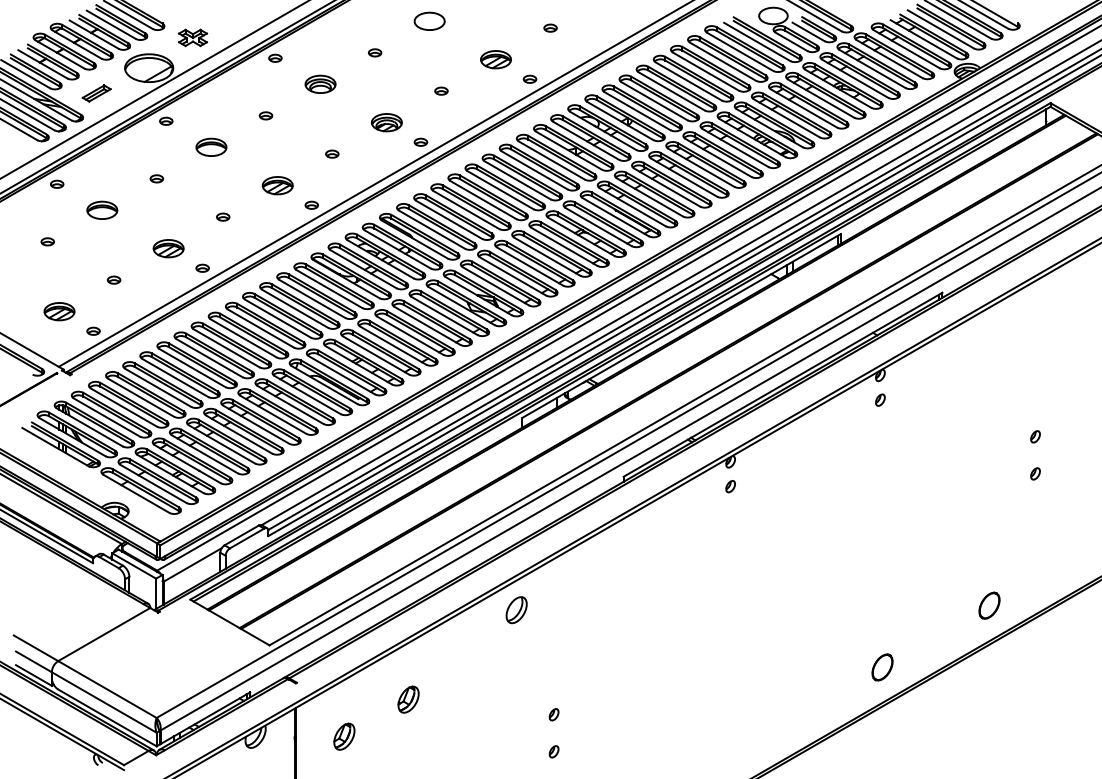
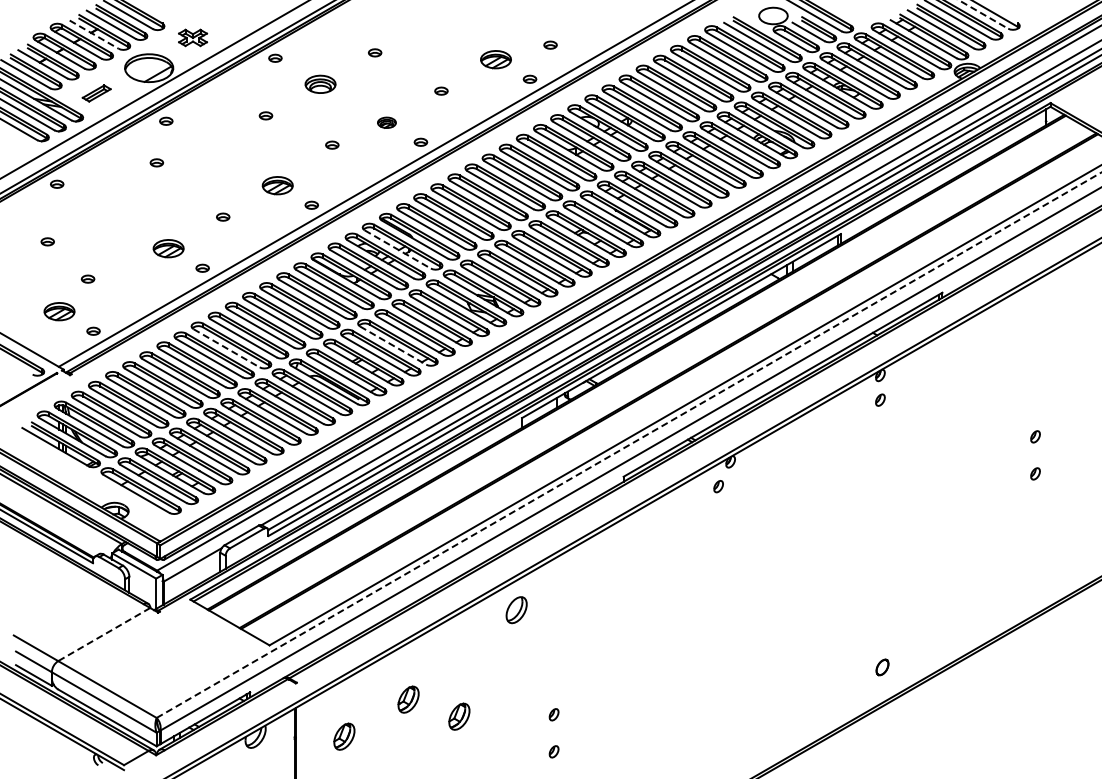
line at (984, 14): solid -> dashed
part at (429, 20): present -> none
part at (550, 27) position: (550, 27) -> (550, 44)
line at (94, 34): solid -> dashed
part at (386, 122) size: 32x20 px -> 20x13 px
part at (211, 146): present -> none
part at (332, 153) position: (332, 153) -> (332, 144)
part at (156, 178) position: (156, 178) -> (156, 162)
part at (102, 209): present -> none
line at (398, 249): solid -> dashed
part at (113, 279) position: (113, 279) -> (87, 278)
line at (393, 345): solid -> dashed
line at (227, 348): solid -> dashed
line at (629, 445): solid -> dashed
part at (730, 486) position: (730, 486) -> (718, 486)
part at (989, 605): present -> none
line at (103, 634): solid -> dashed
part at (882, 667) size: 23x29 px -> 15x19 px
part at (459, 716): none -> present
